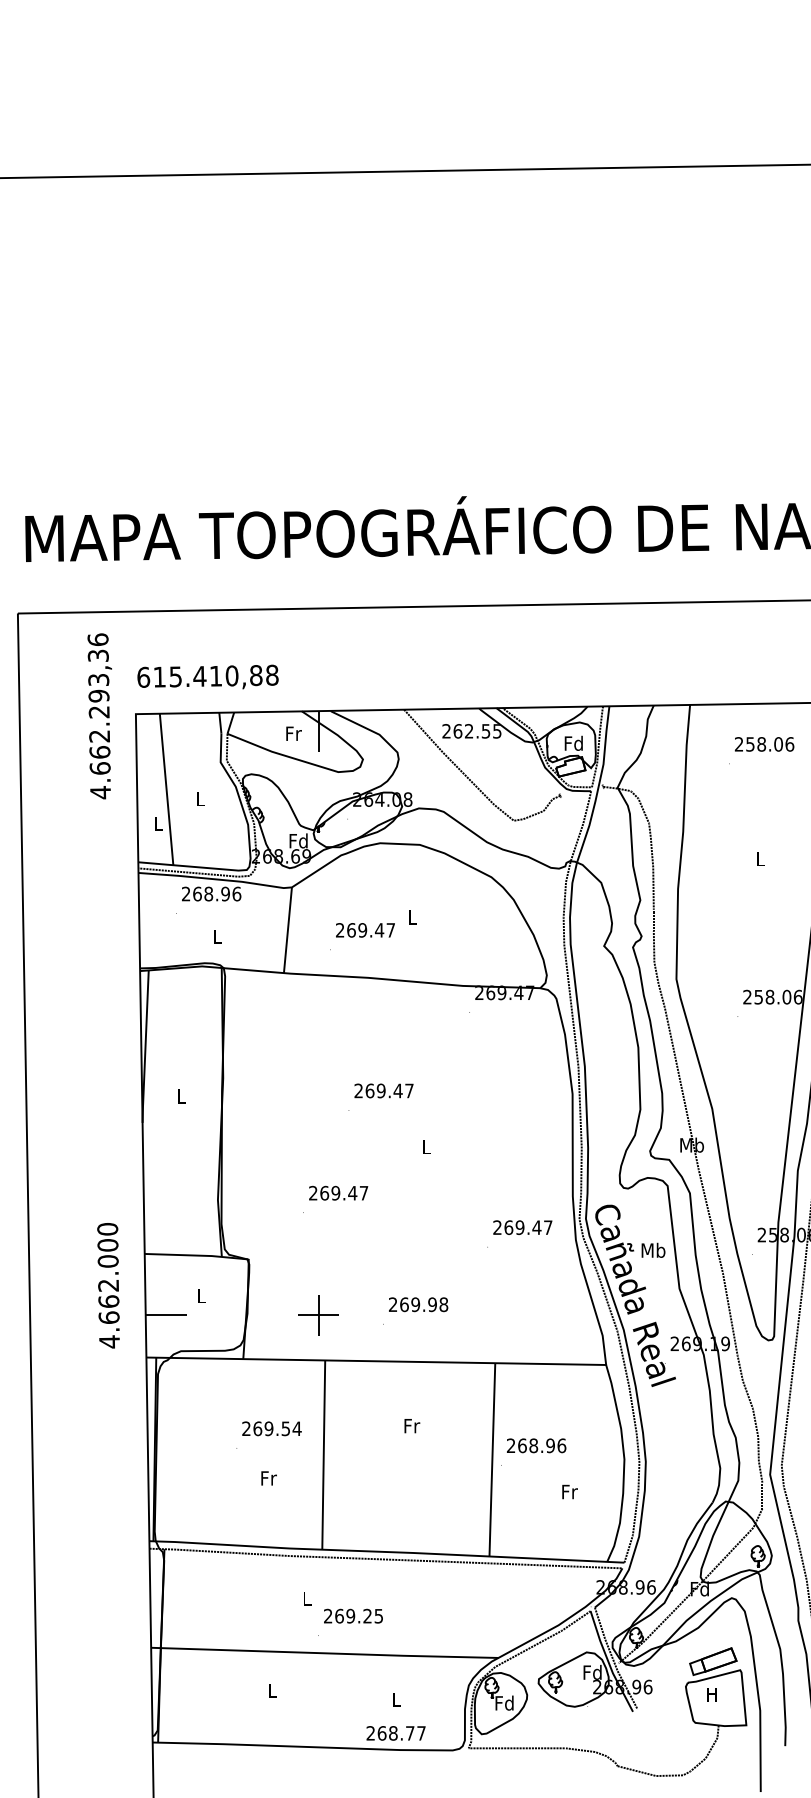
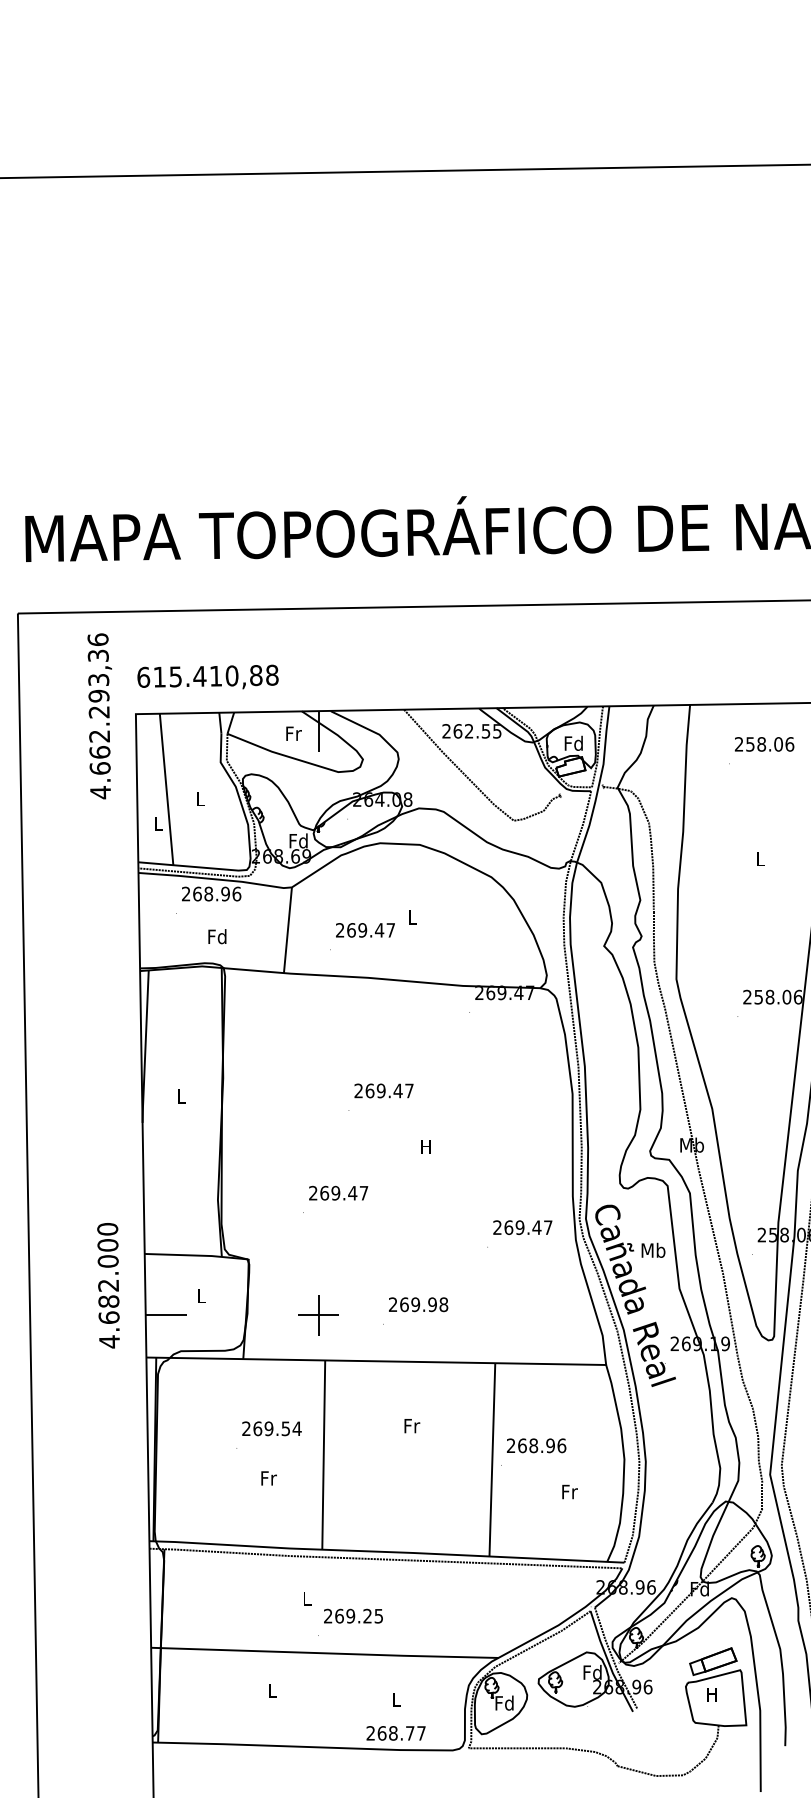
text at (217, 936): L -> Fd
text at (425, 1146): L -> H
text at (108, 1301): 4.662.000 -> 4.682.000
